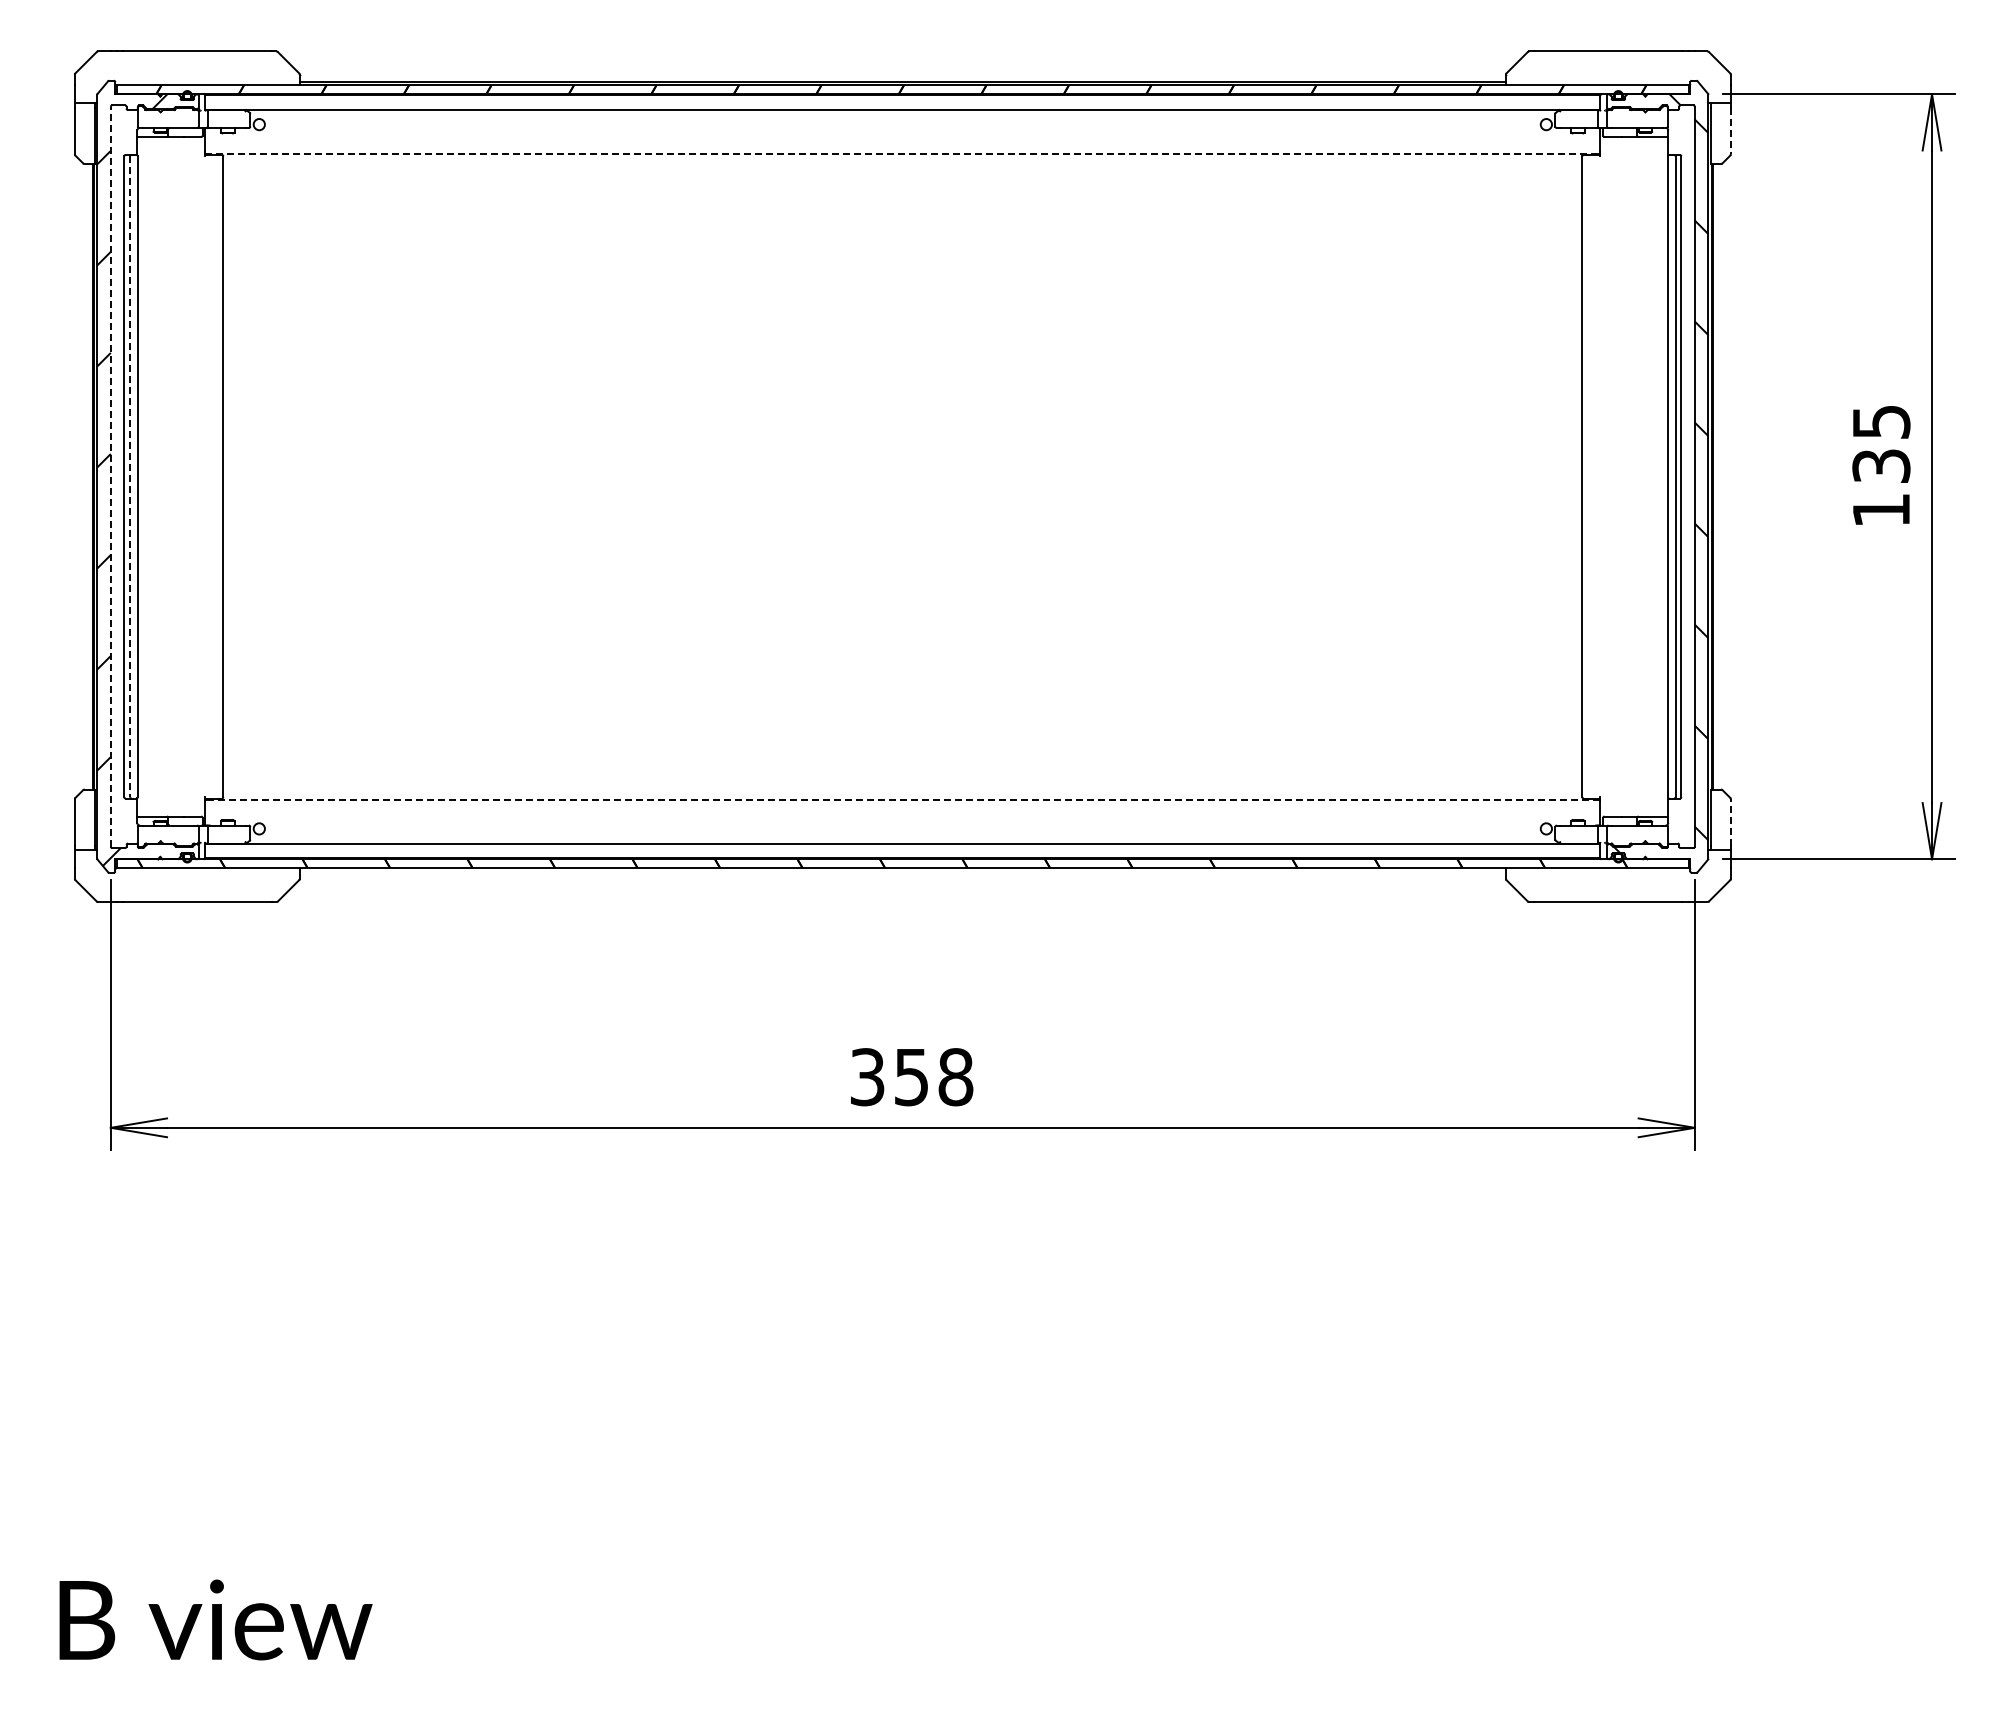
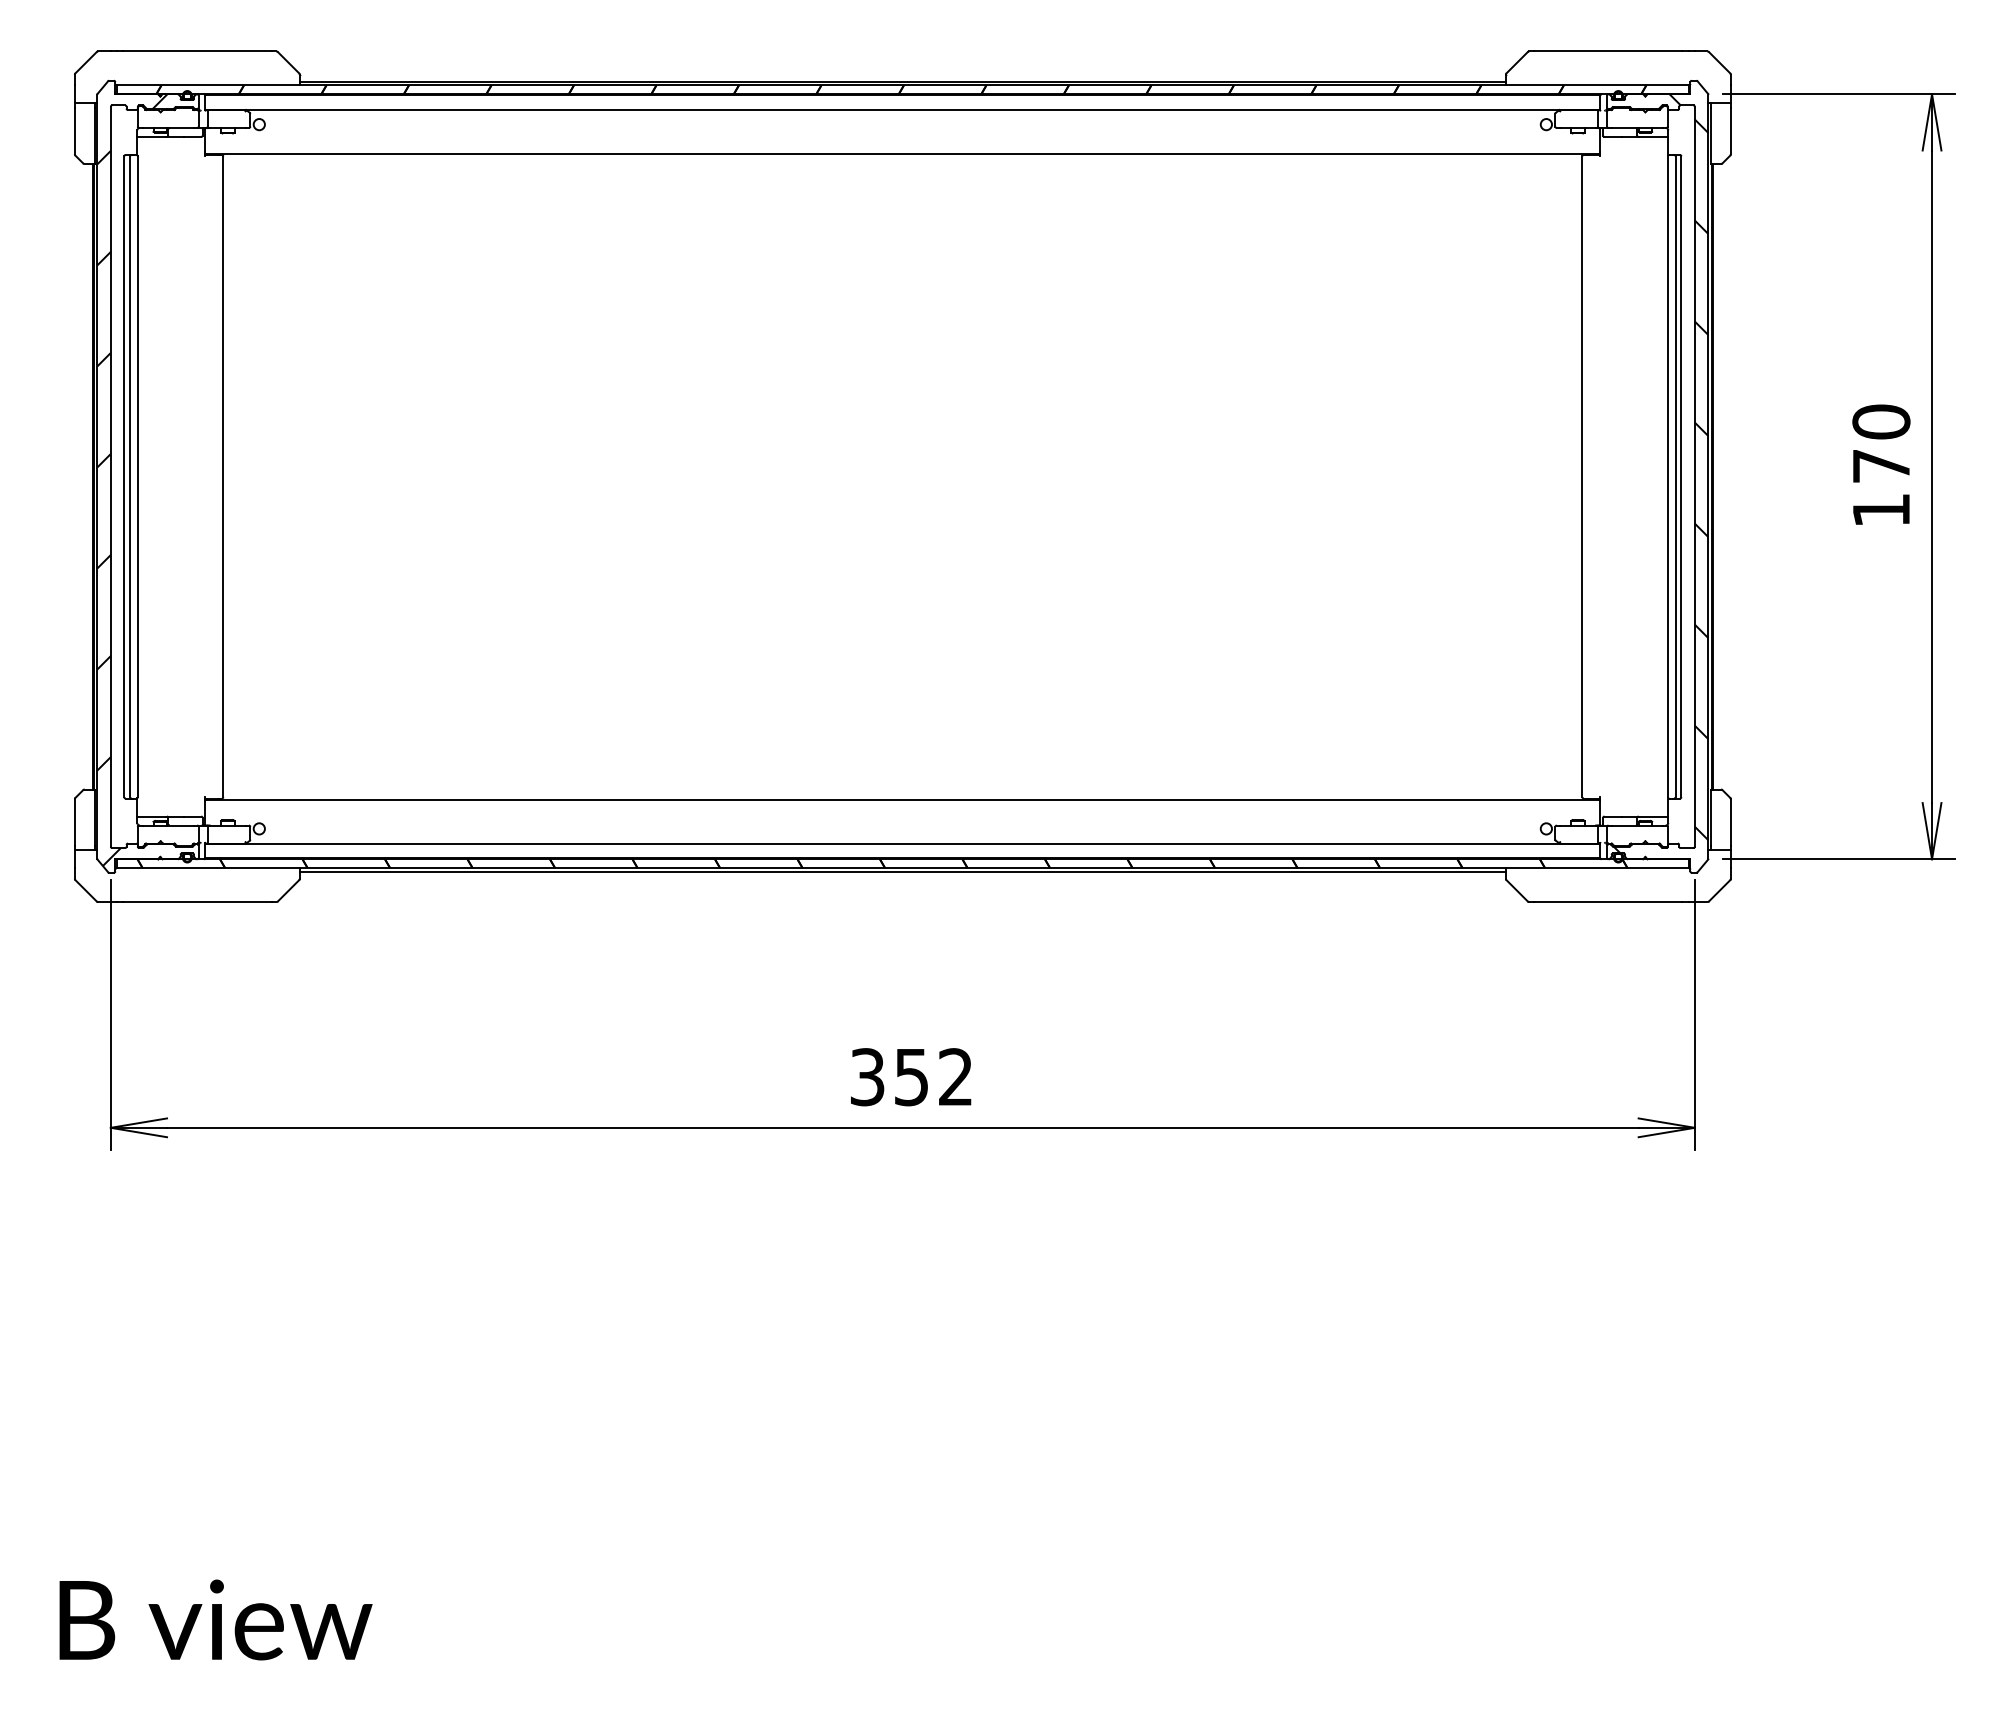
line at (1730, 131): dashed -> solid
line at (902, 153): dashed -> solid
text at (1881, 443): 135 -> 170
line at (110, 476): dashed -> solid
line at (130, 477): dashed -> solid
line at (902, 799): dashed -> solid
line at (1730, 822): dashed -> solid
line at (902, 871): none -> present
text at (955, 1077): 358 -> 352
